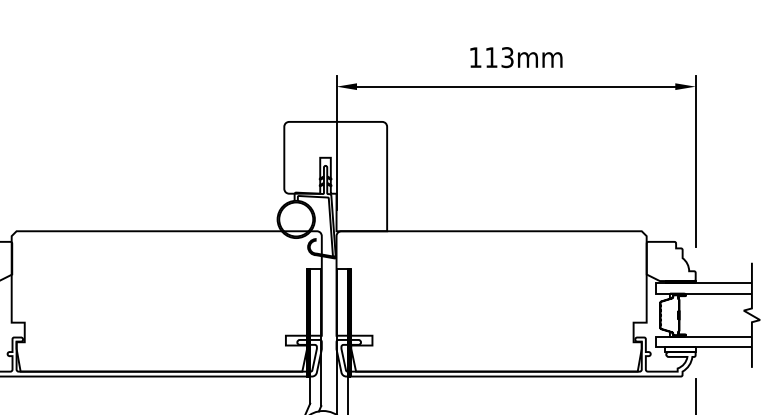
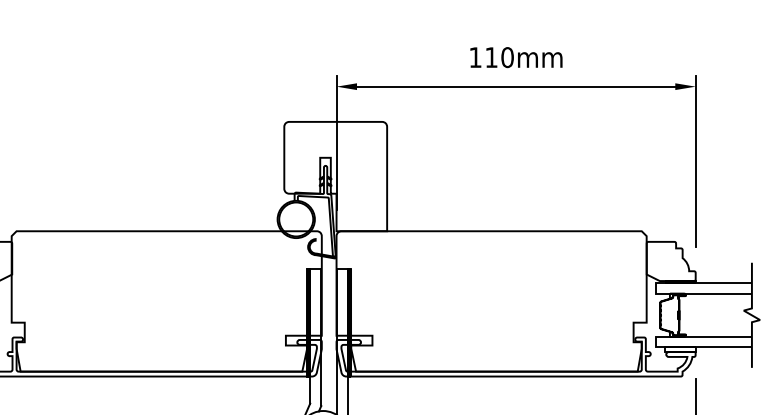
text at (507, 57): 113mm -> 110mm
